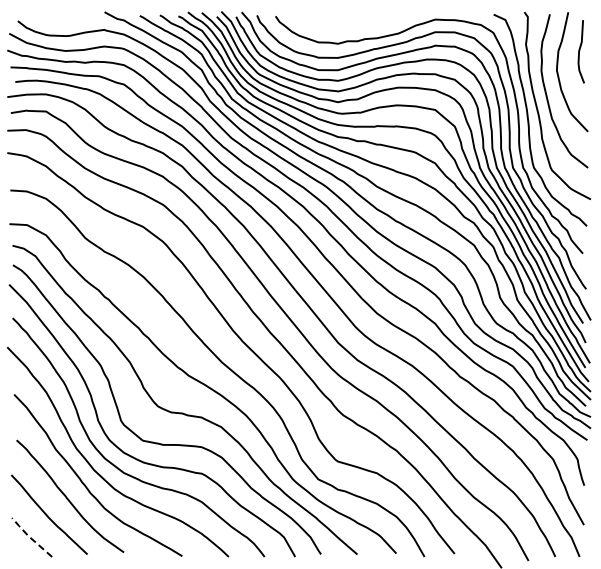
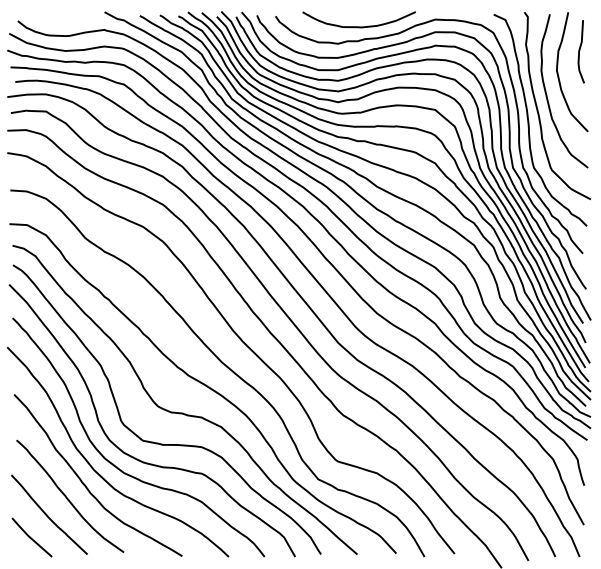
curve at (358, 26): none -> present
line at (29, 537): dashed -> solid
